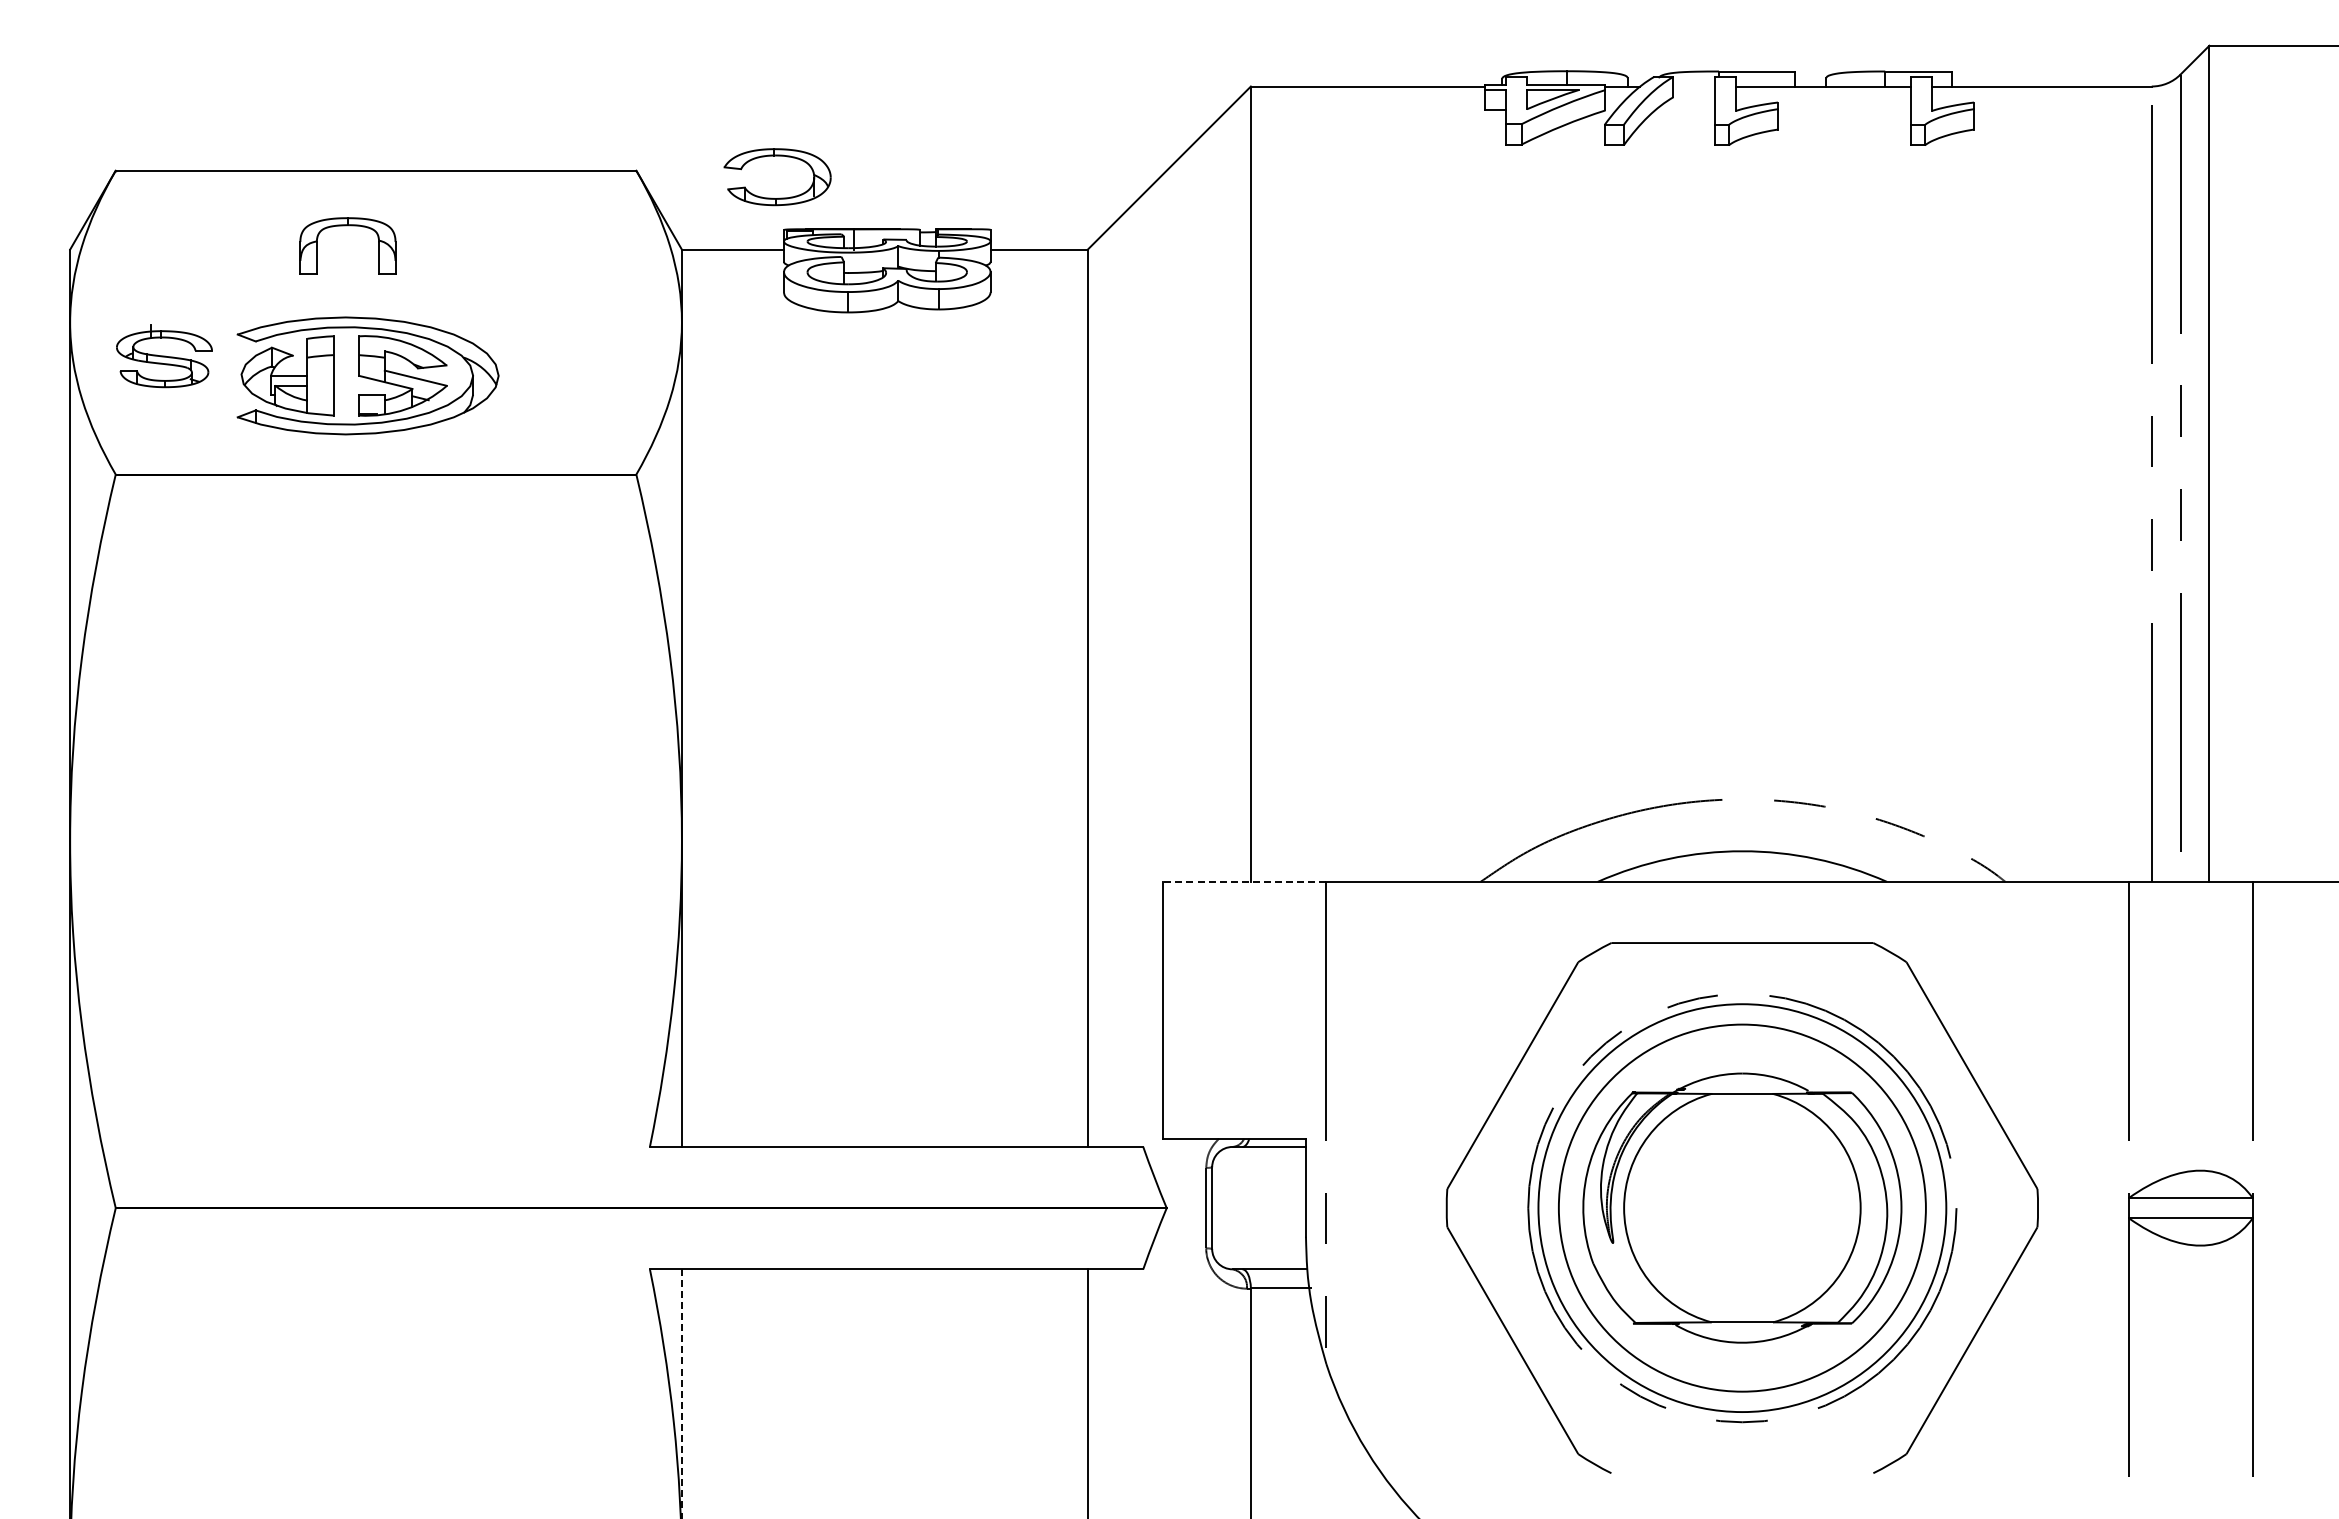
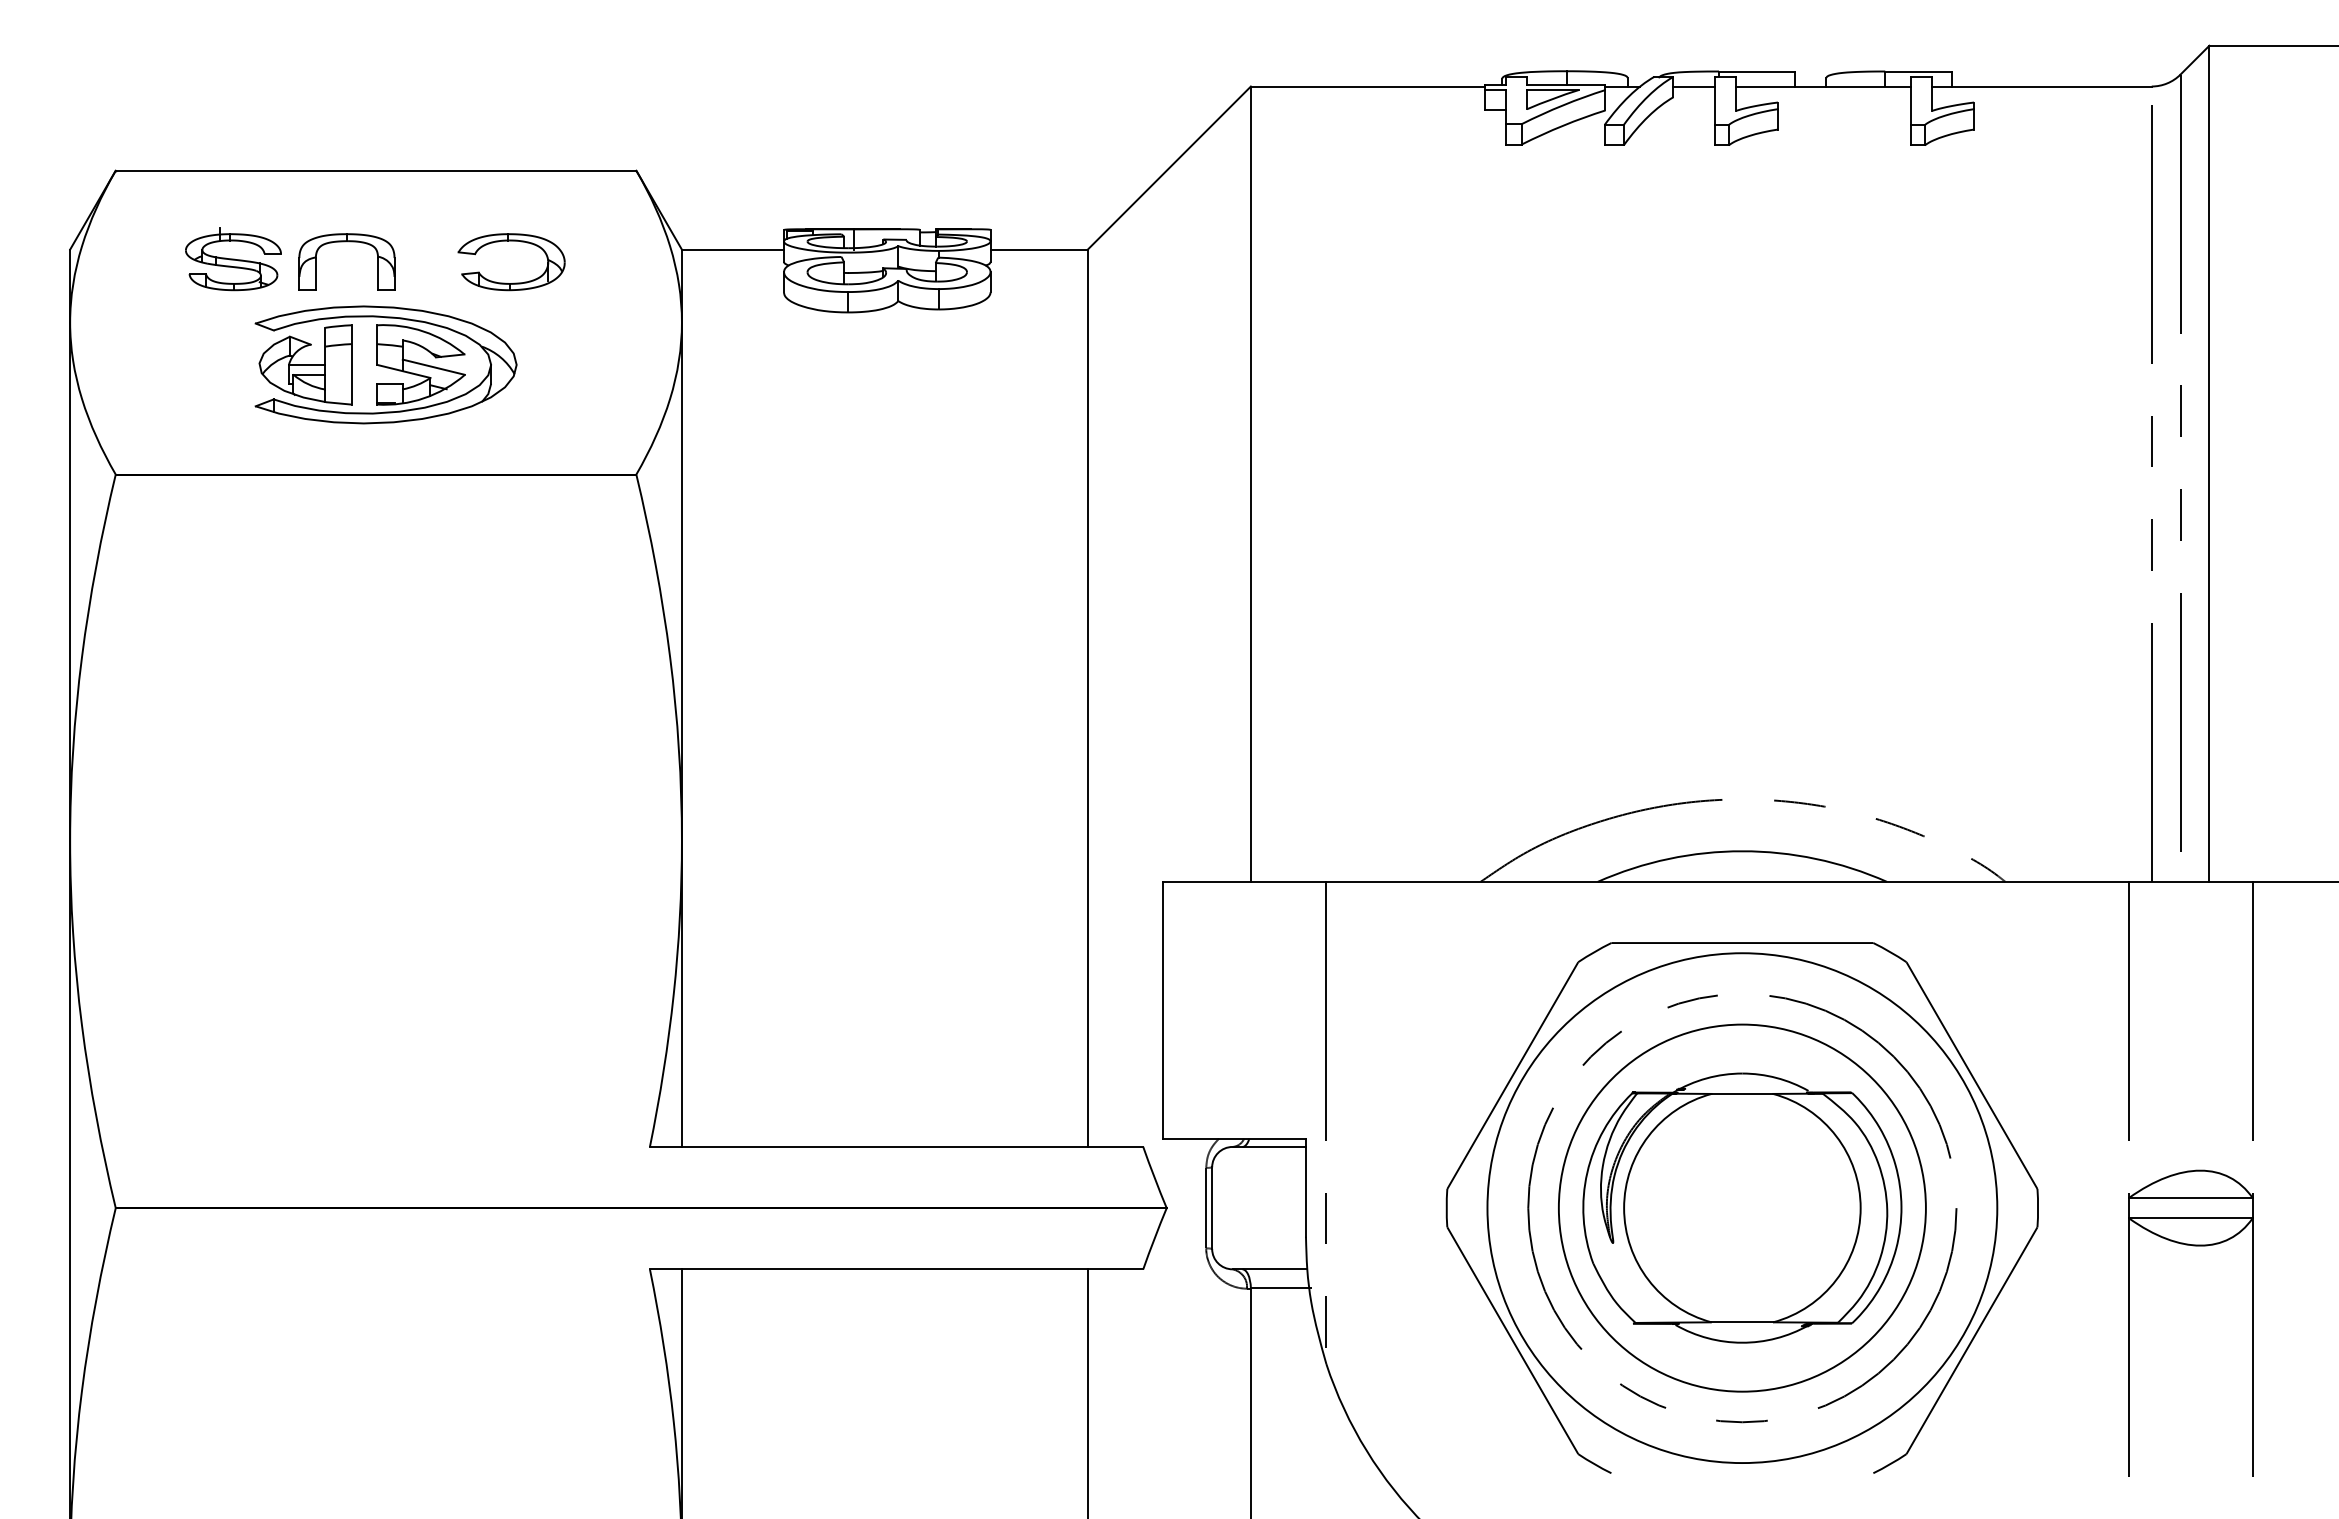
line at (1694, 86): none -> present
part at (779, 197) position: (779, 197) -> (513, 282)
part at (347, 226) position: (347, 226) -> (346, 242)
part at (164, 356) position: (164, 356) -> (233, 259)
part at (367, 375) position: (367, 375) -> (385, 364)
line at (1244, 881): dashed -> solid
circle at (1742, 1208) diameter: 408 px -> 510 px
line at (681, 1393): dashed -> solid
